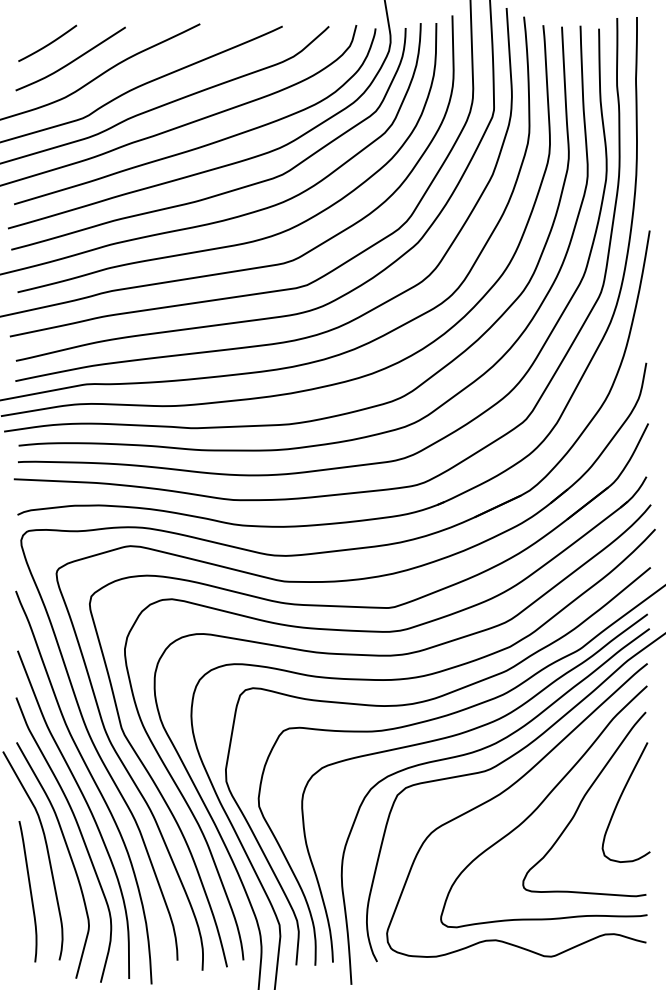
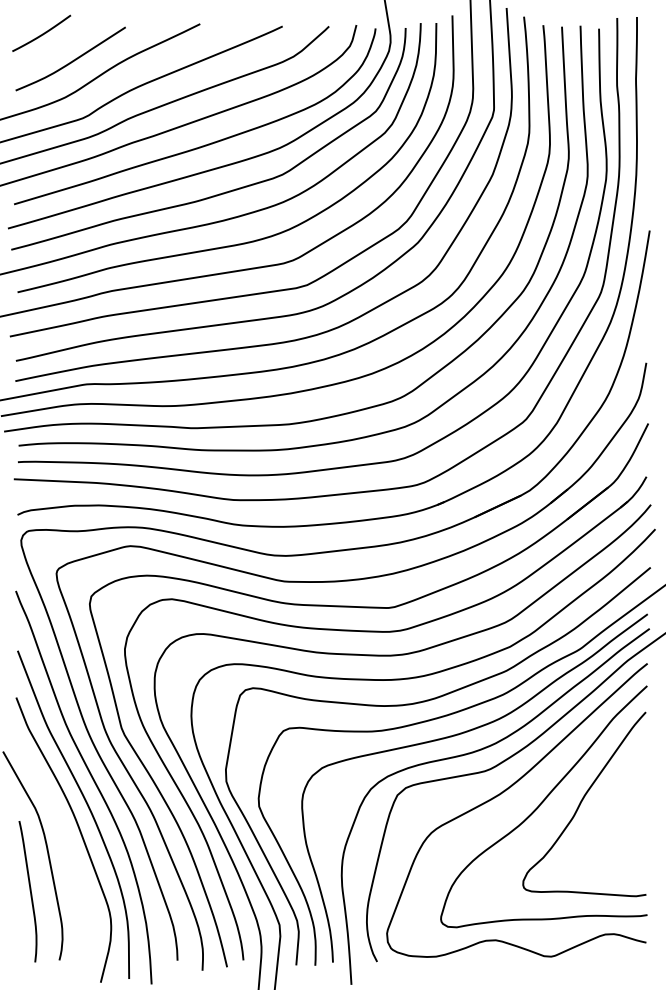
curve at (48, 43) position: (48, 43) -> (42, 33)
curve at (620, 799): present -> none
curve at (68, 853): present -> none
